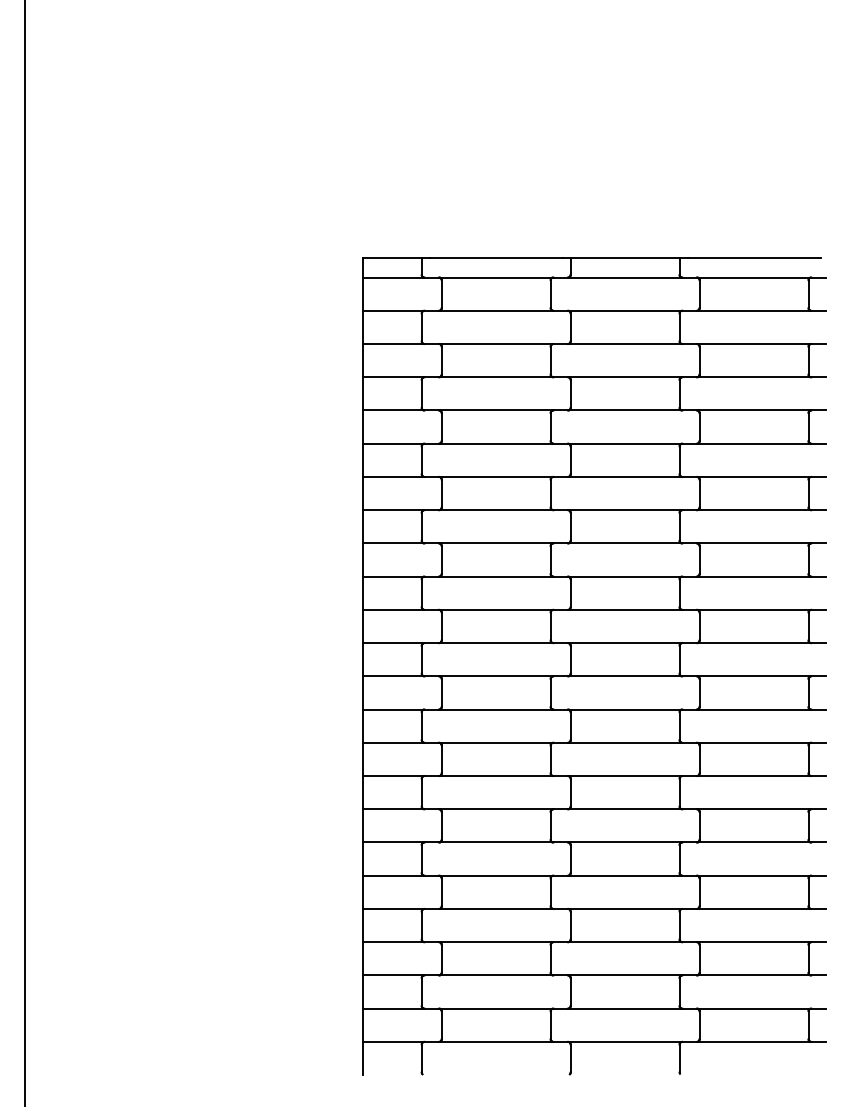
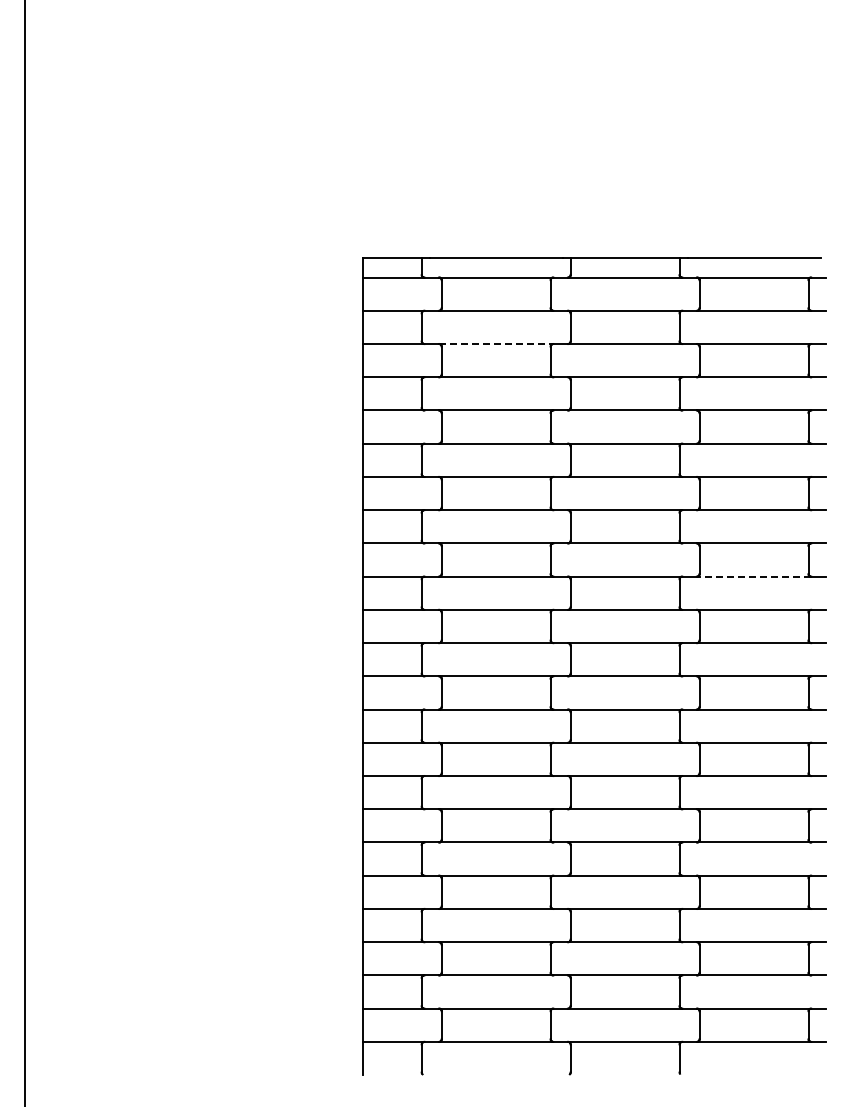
line at (496, 344): solid -> dashed
line at (753, 576): solid -> dashed
